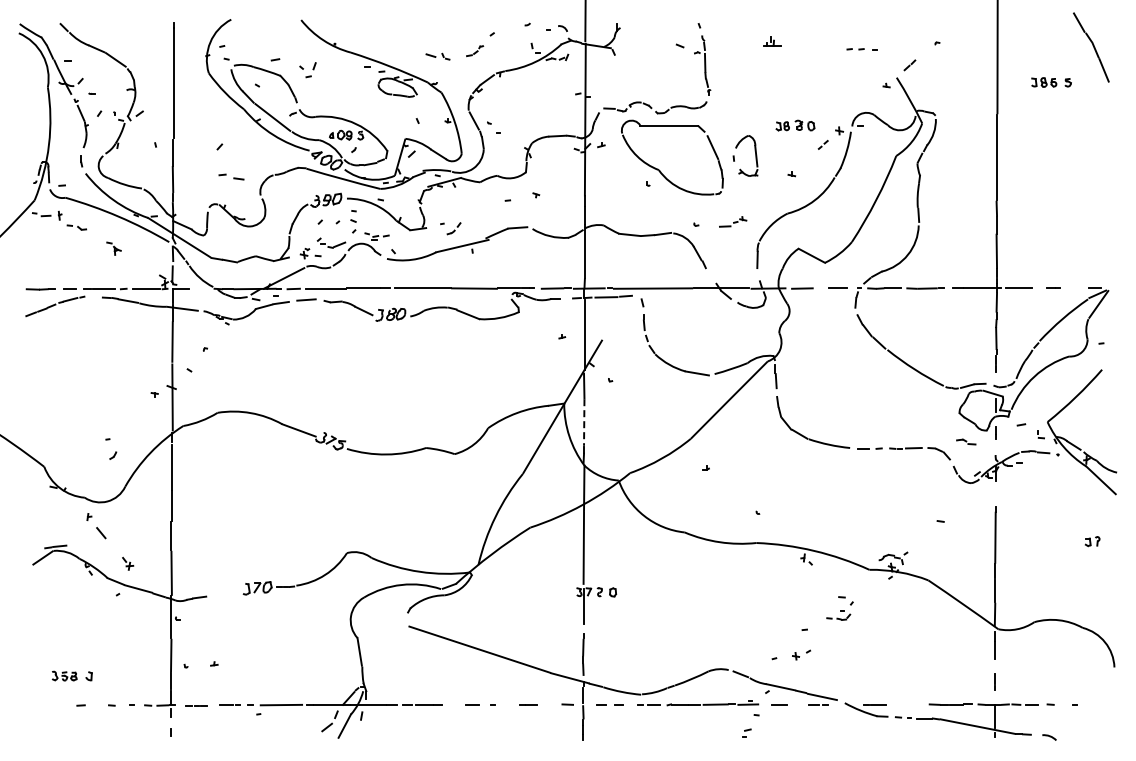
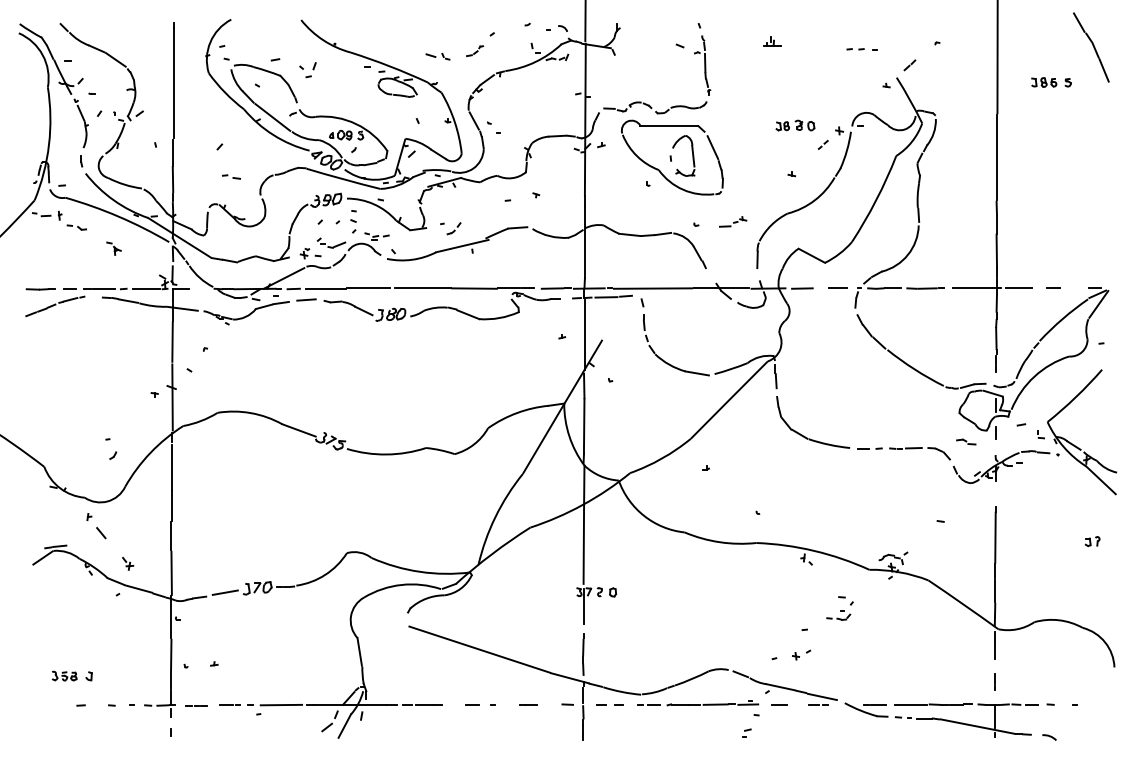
part at (754, 151) position: (754, 151) -> (691, 151)
part at (231, 176) size: 27x8 px -> 19x6 px
line at (584, 422): dashed -> solid
line at (224, 592): none -> present
line at (910, 704): none -> present
